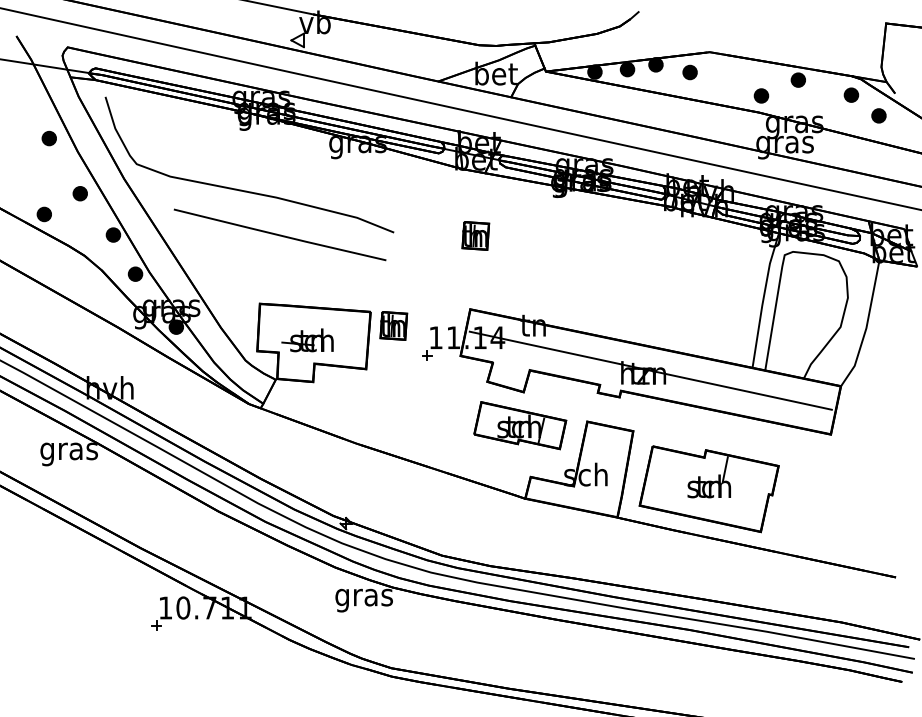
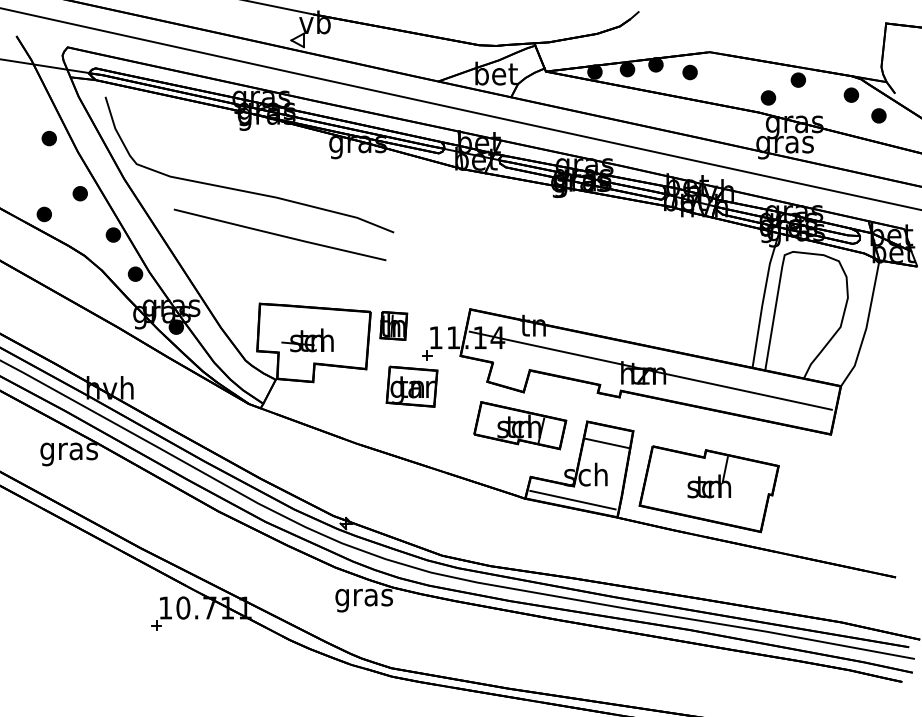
part at (761, 95) position: (761, 95) -> (768, 97)
part at (475, 235): present -> none
part at (411, 386): none -> present
line at (607, 443): none -> present
line at (572, 499): none -> present
